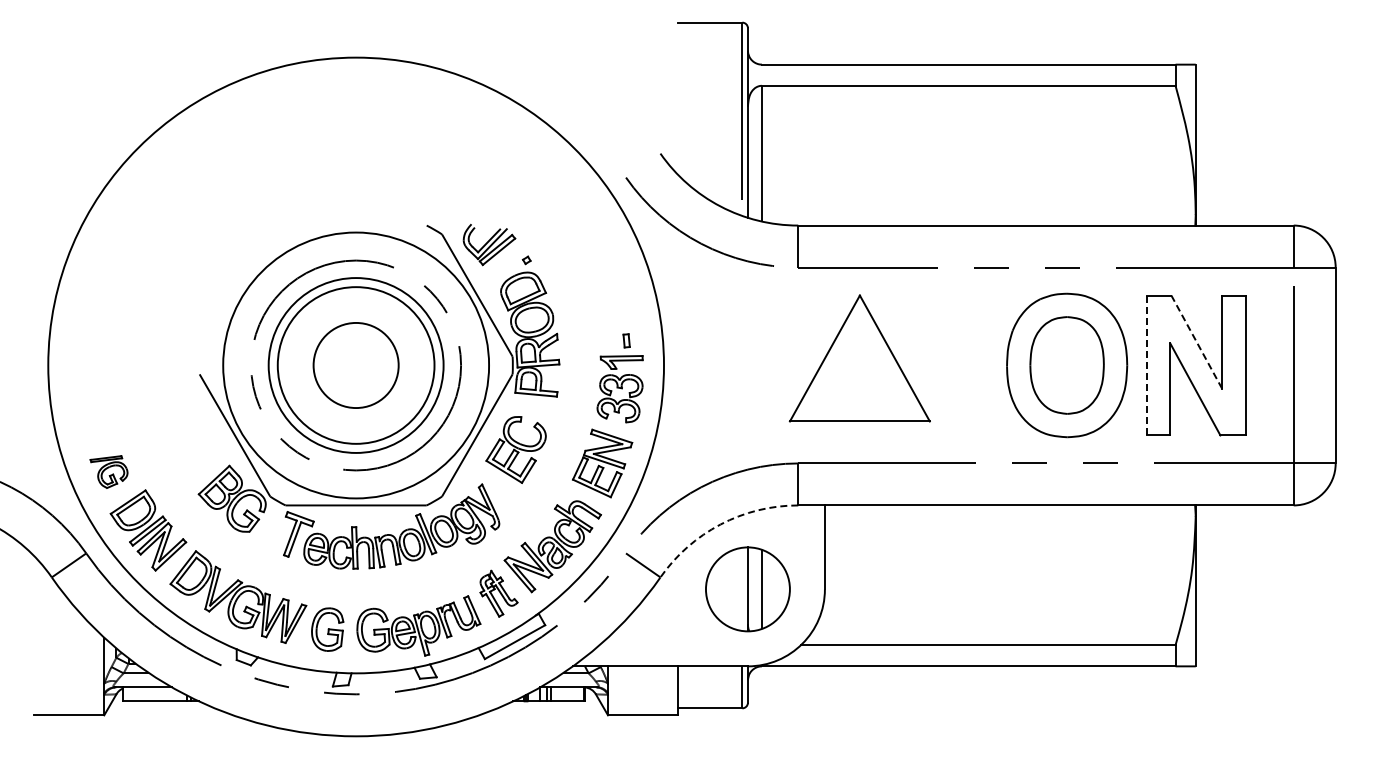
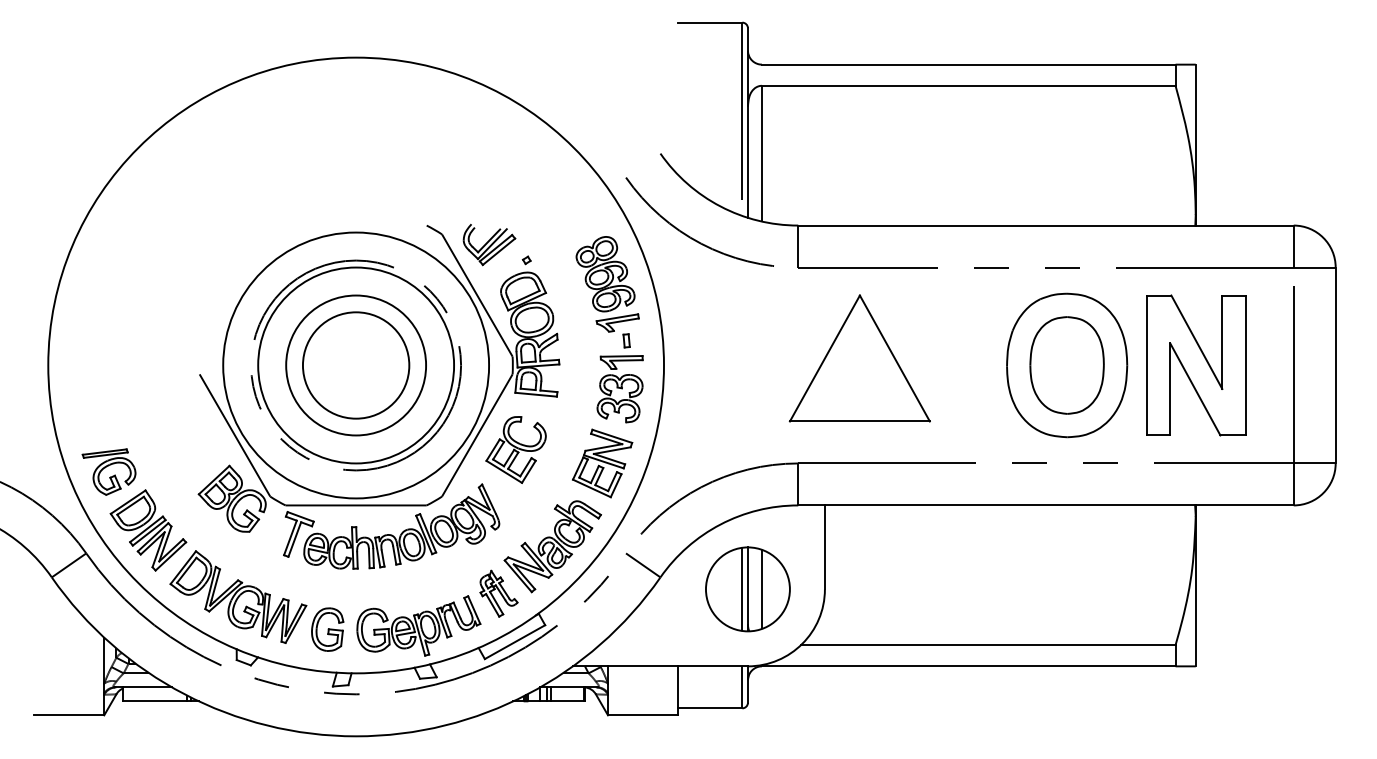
part at (607, 284): none -> present
line at (1197, 342): dashed -> solid
circle at (355, 365) diameter: 157 px -> 196 px
circle at (355, 365) diameter: 175 px -> 140 px
circle at (355, 365) diameter: 85 px -> 106 px
line at (1146, 365): dashed -> solid
part at (108, 471) size: 40x34 px -> 56x48 px
arc at (720, 524): dashed -> solid
line at (742, 589): none -> present
